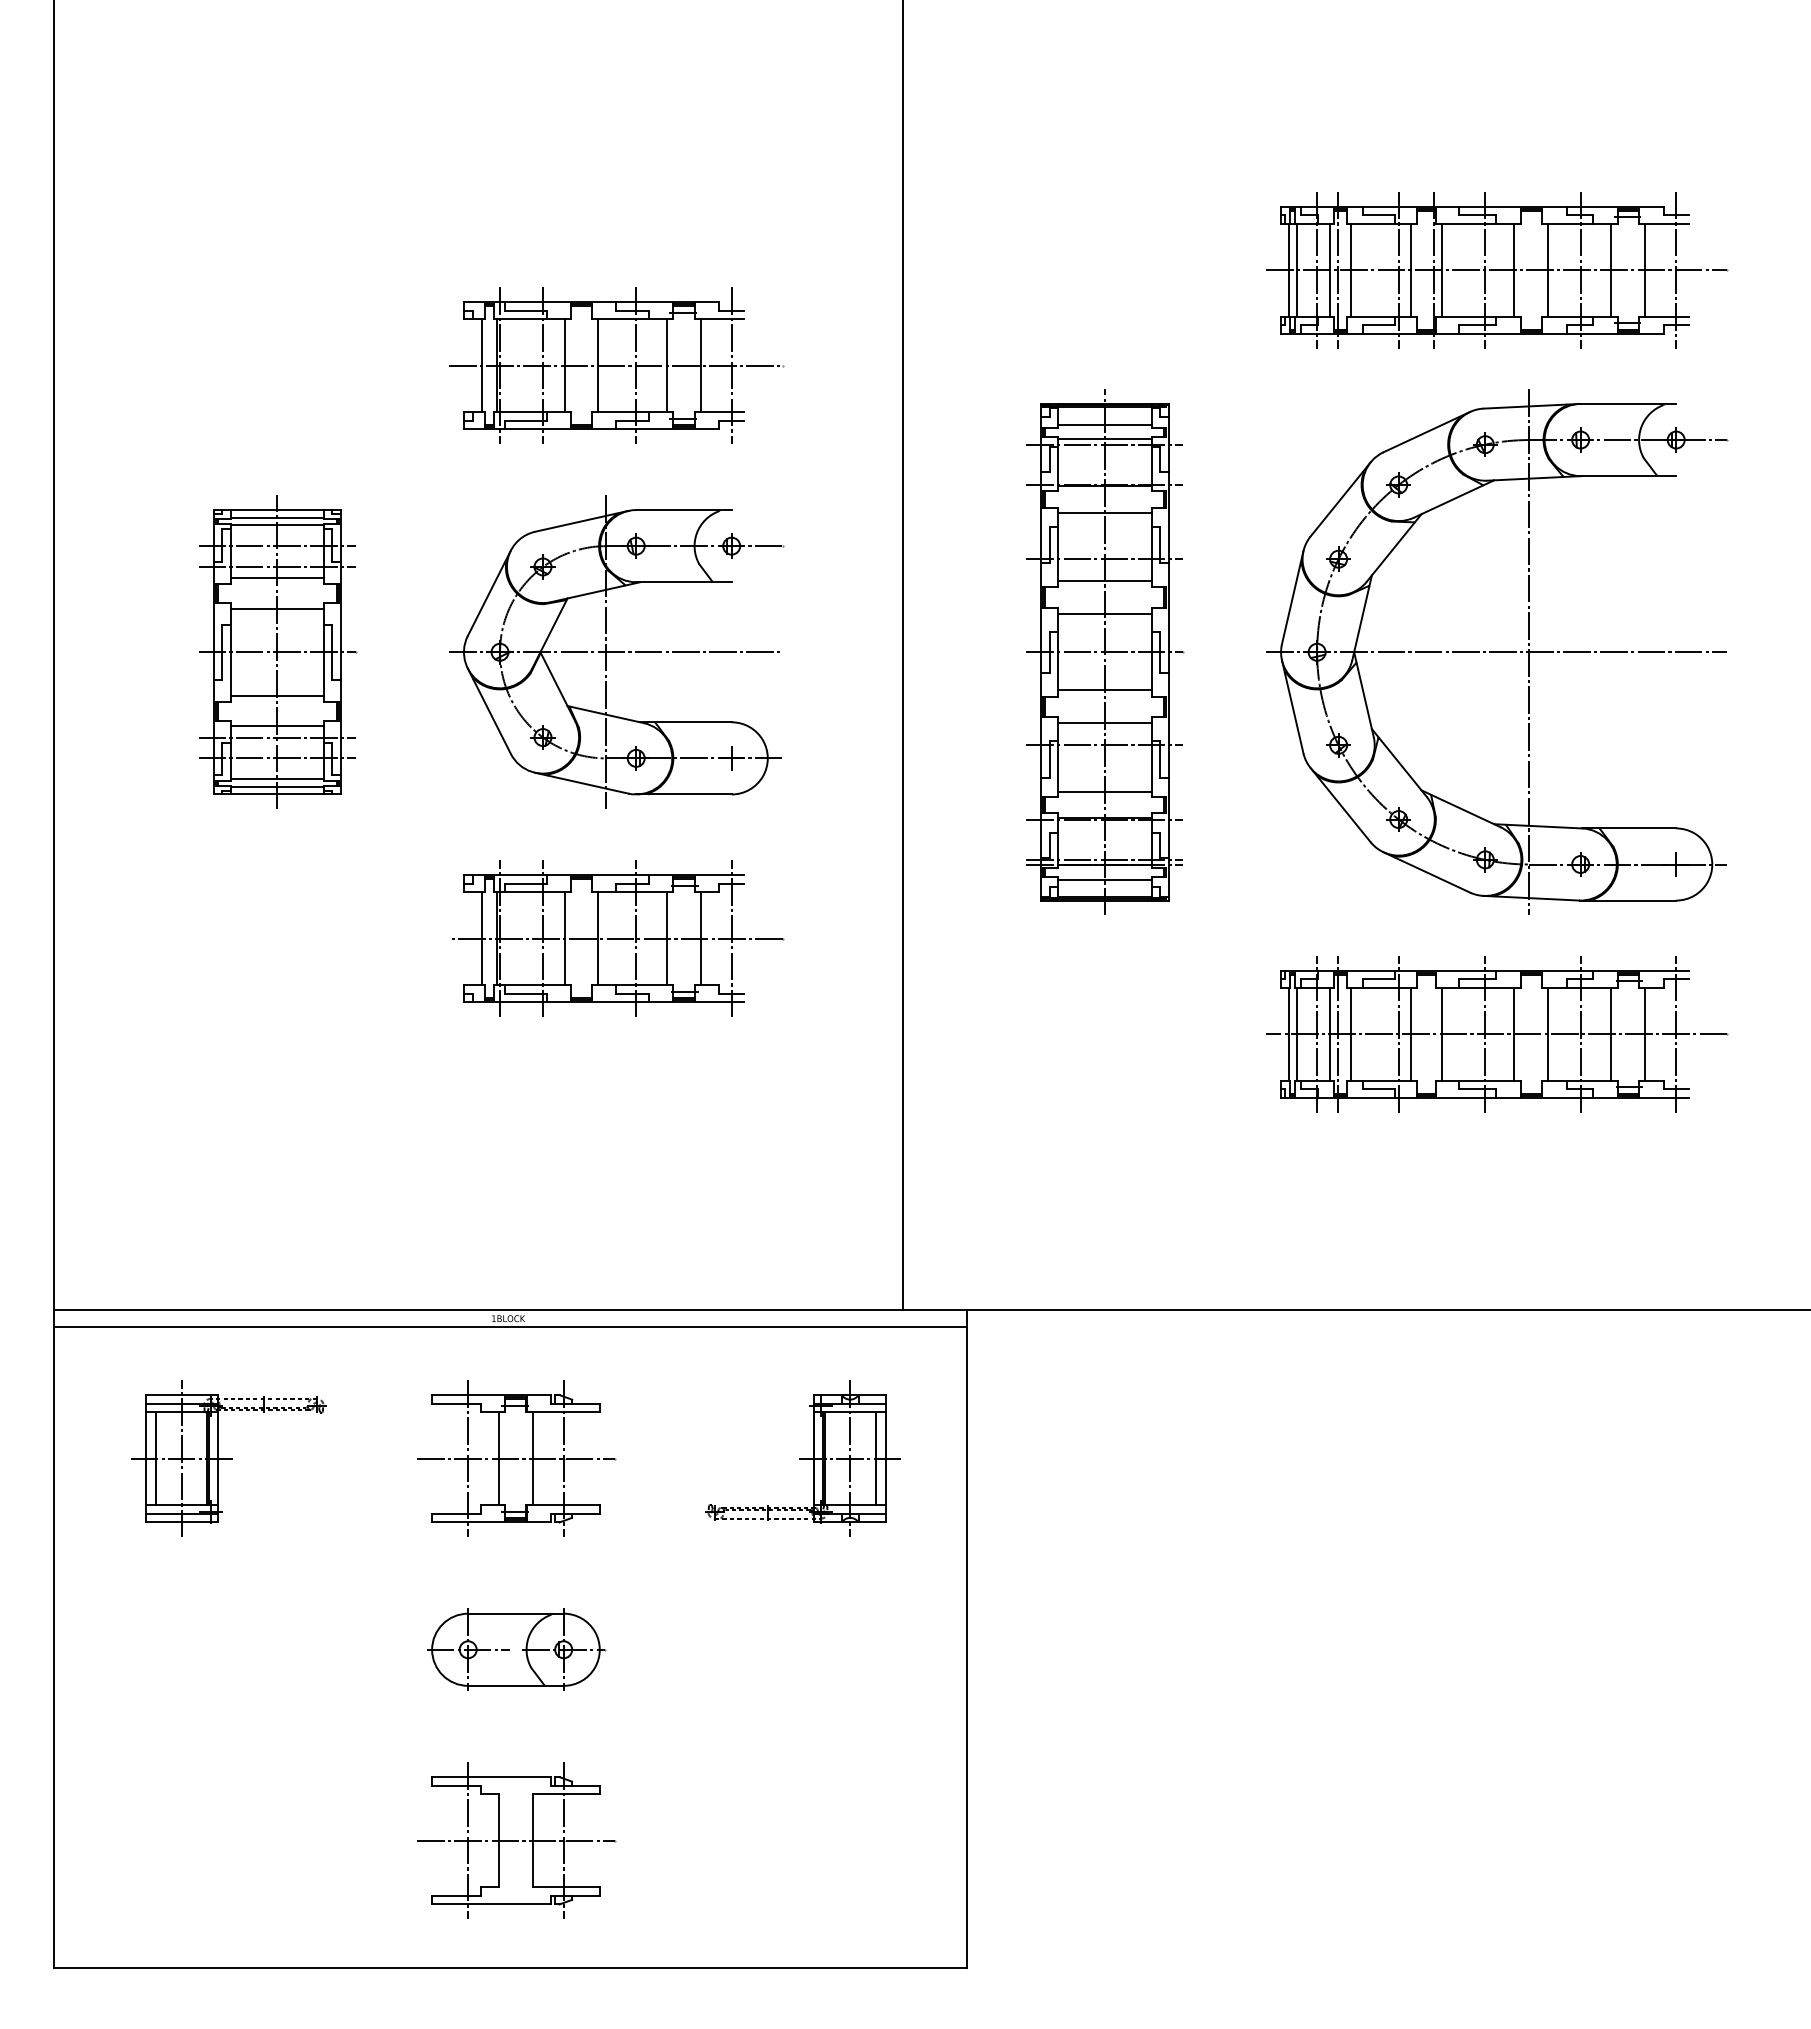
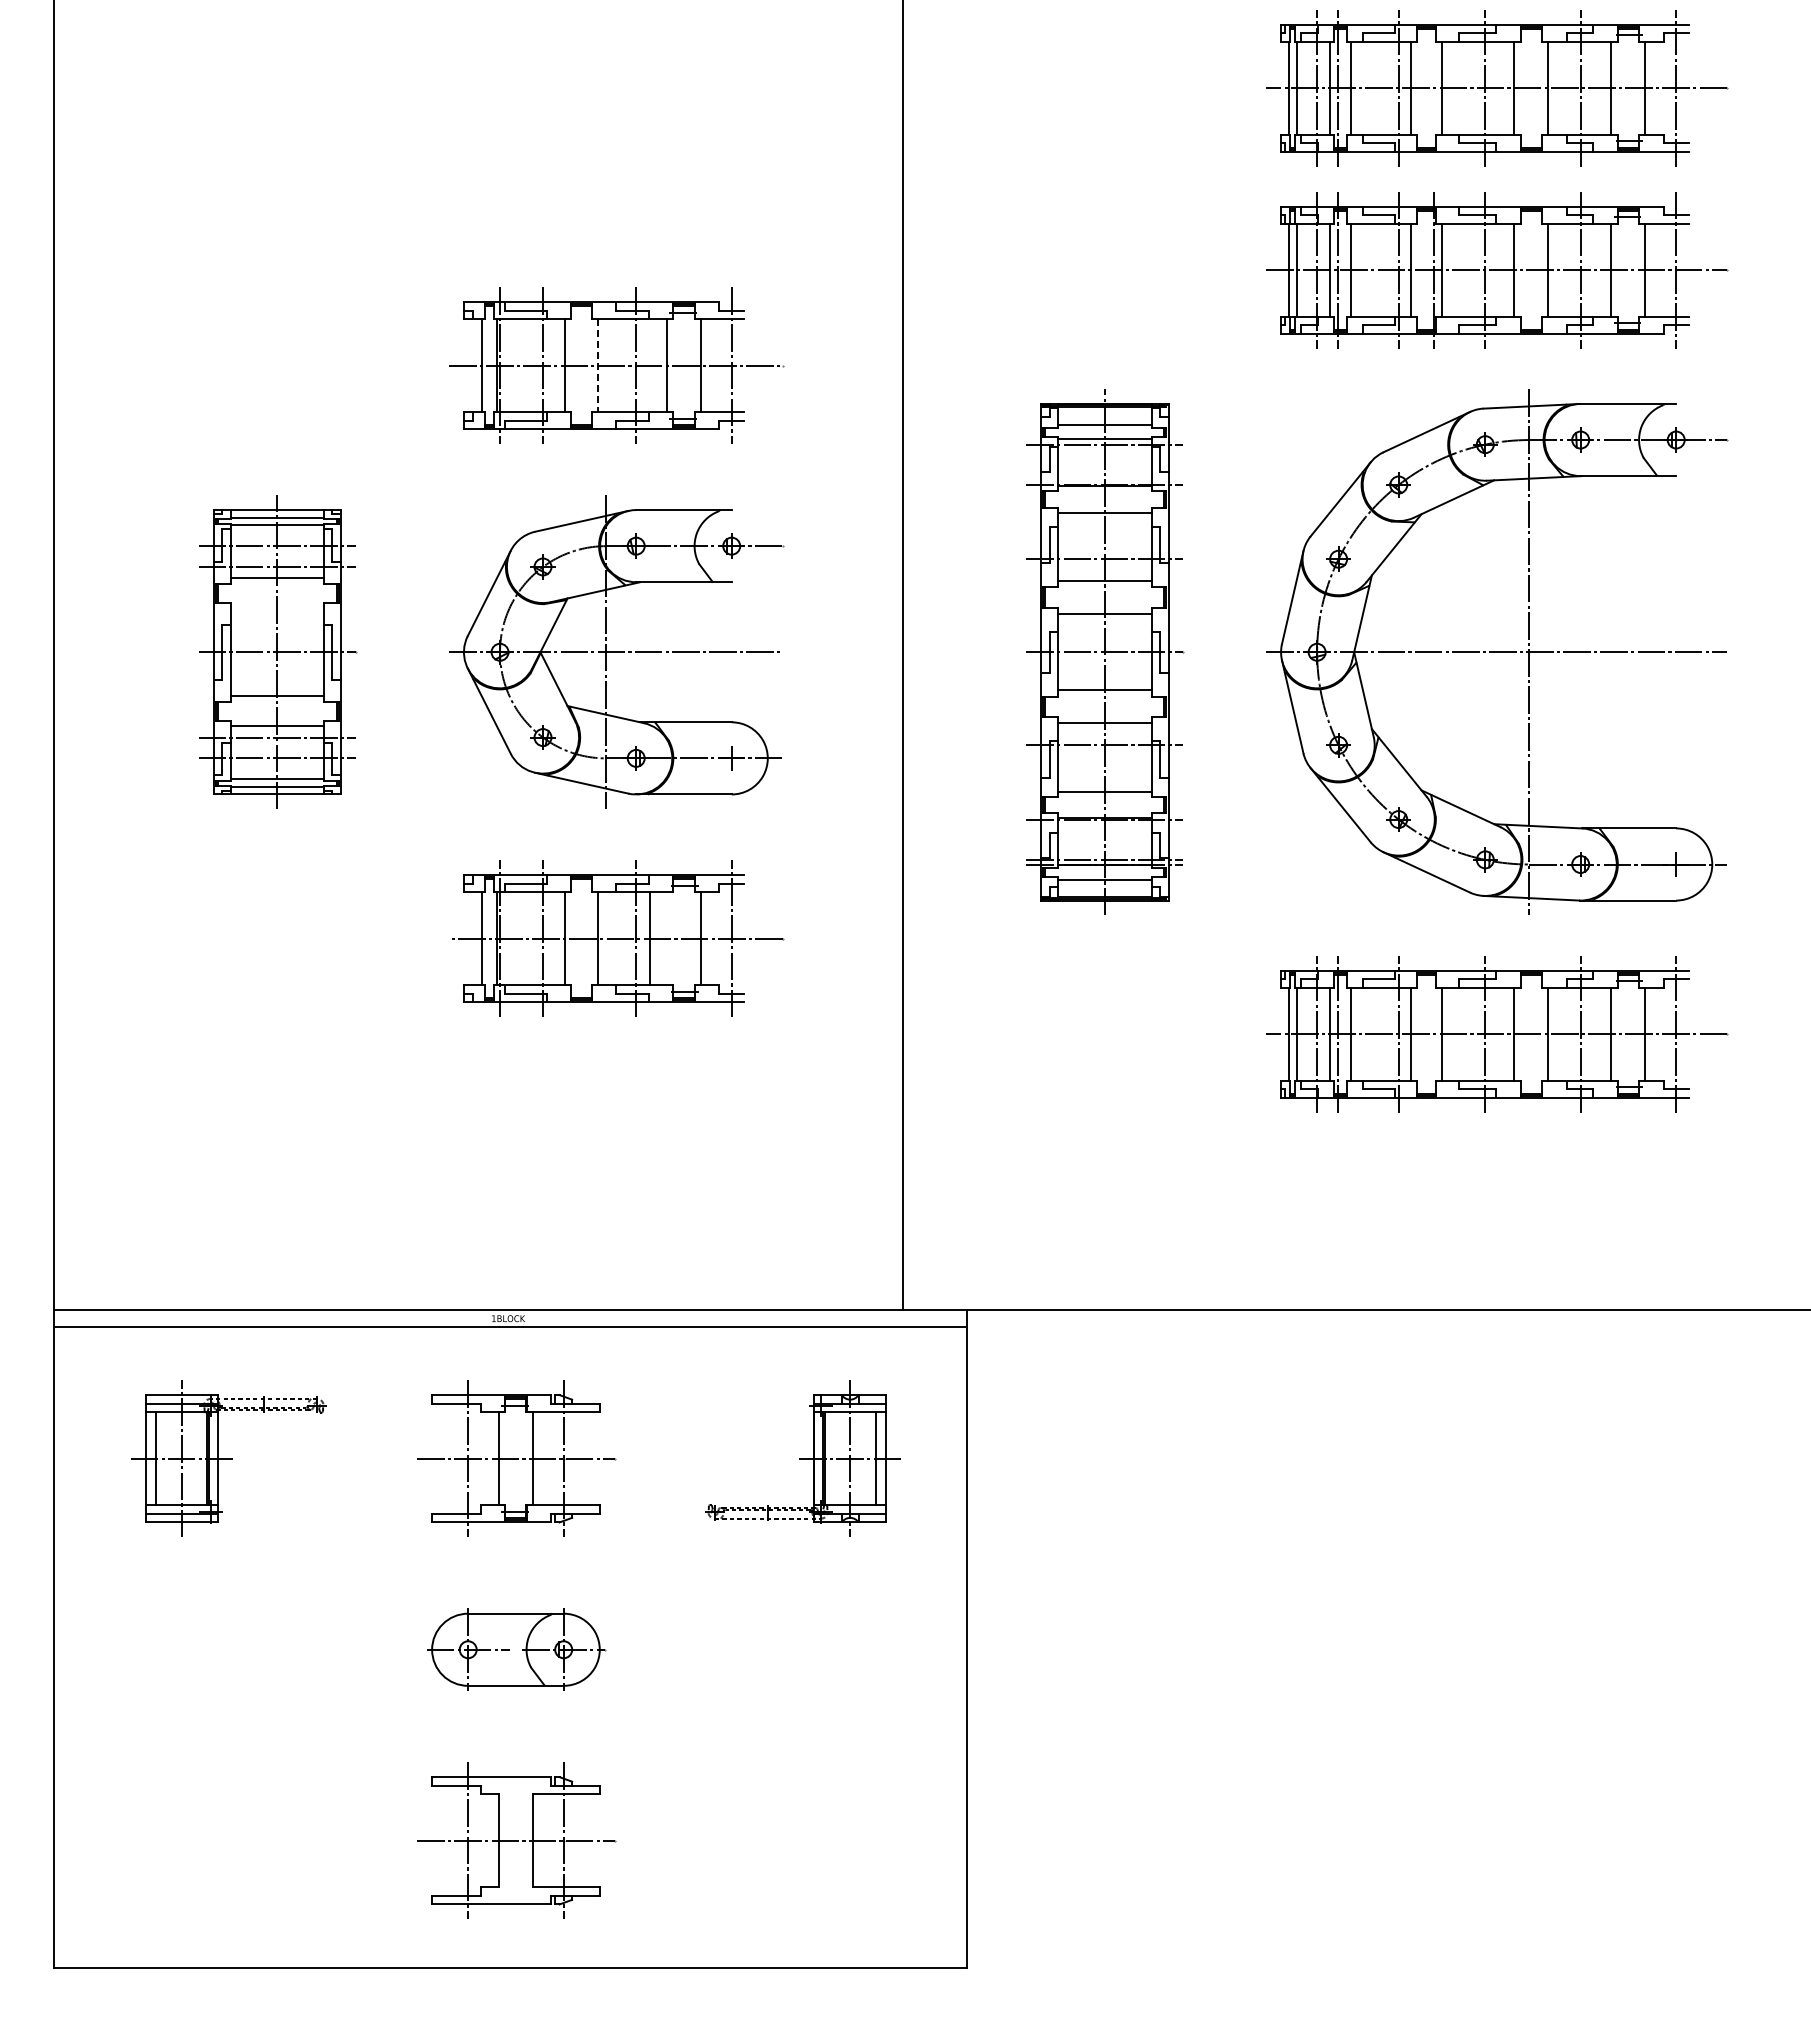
part at (1497, 88): none -> present
line at (598, 365): solid -> dashed
line at (276, 608): present -> none
line at (667, 938) position: (667, 938) -> (650, 938)
